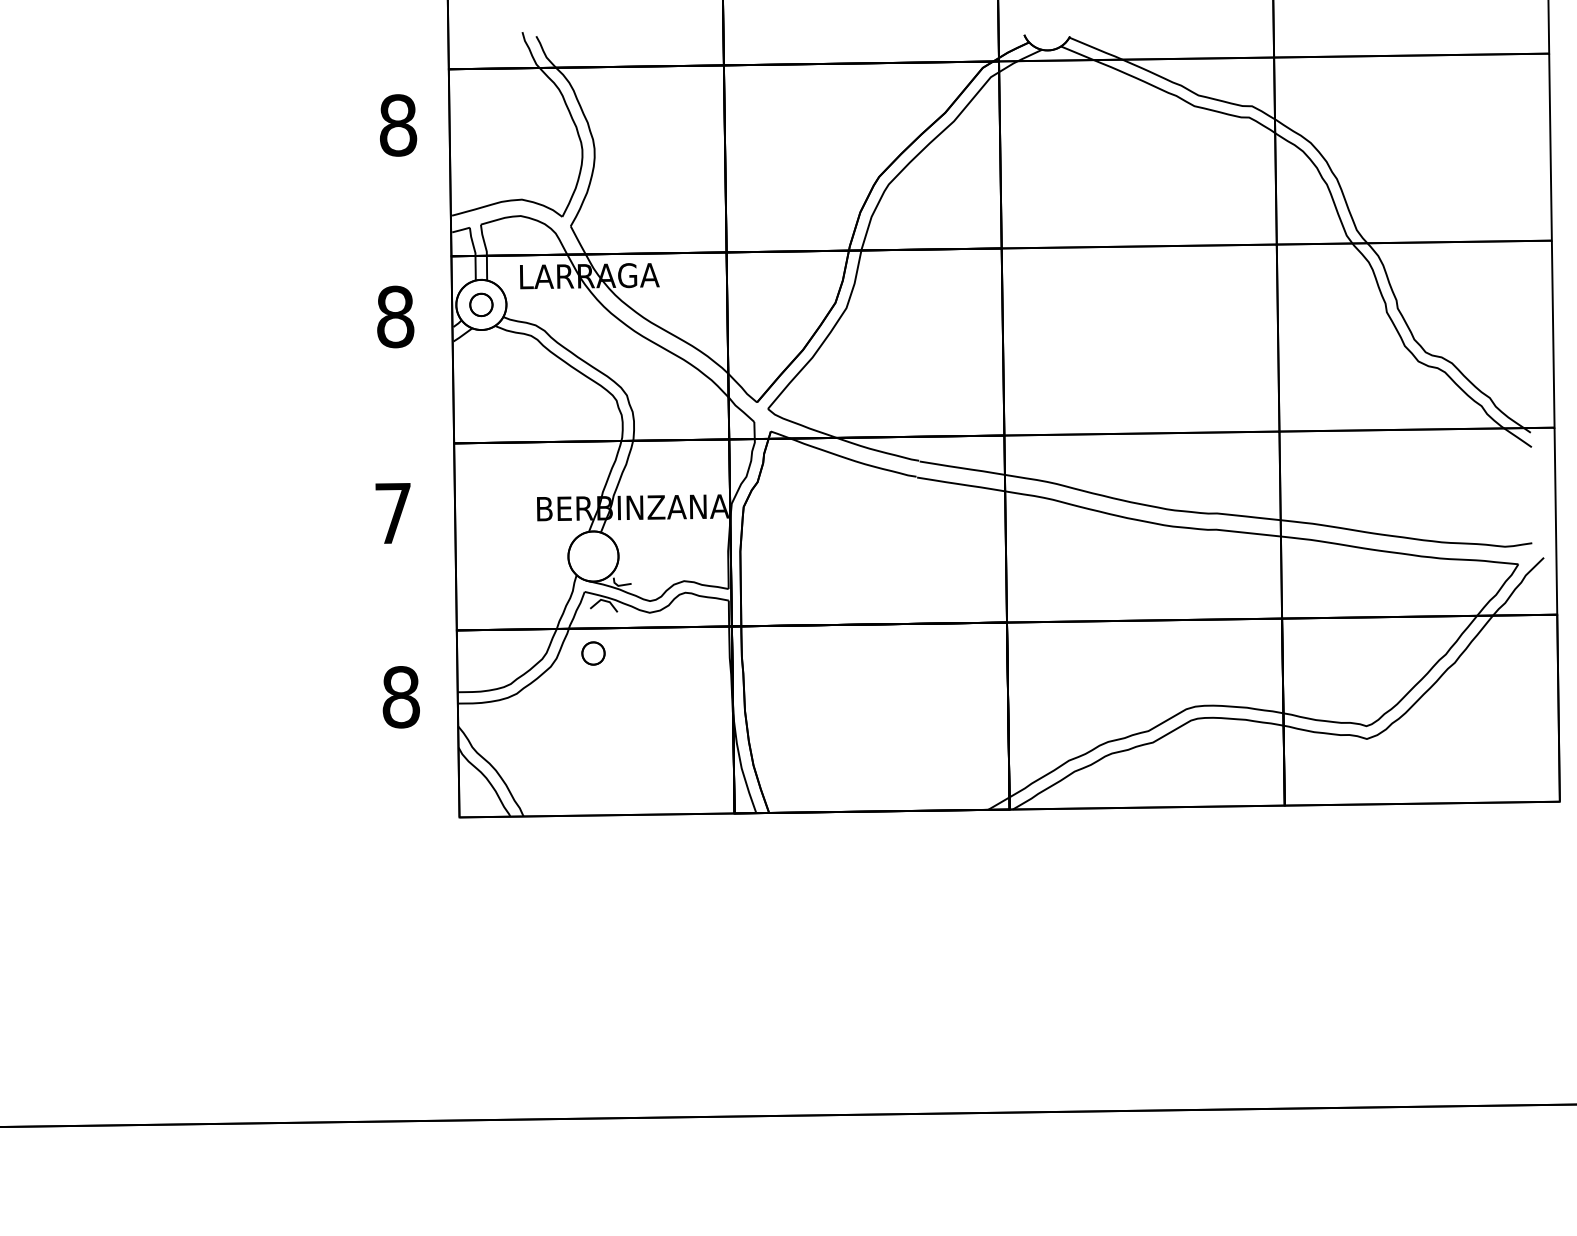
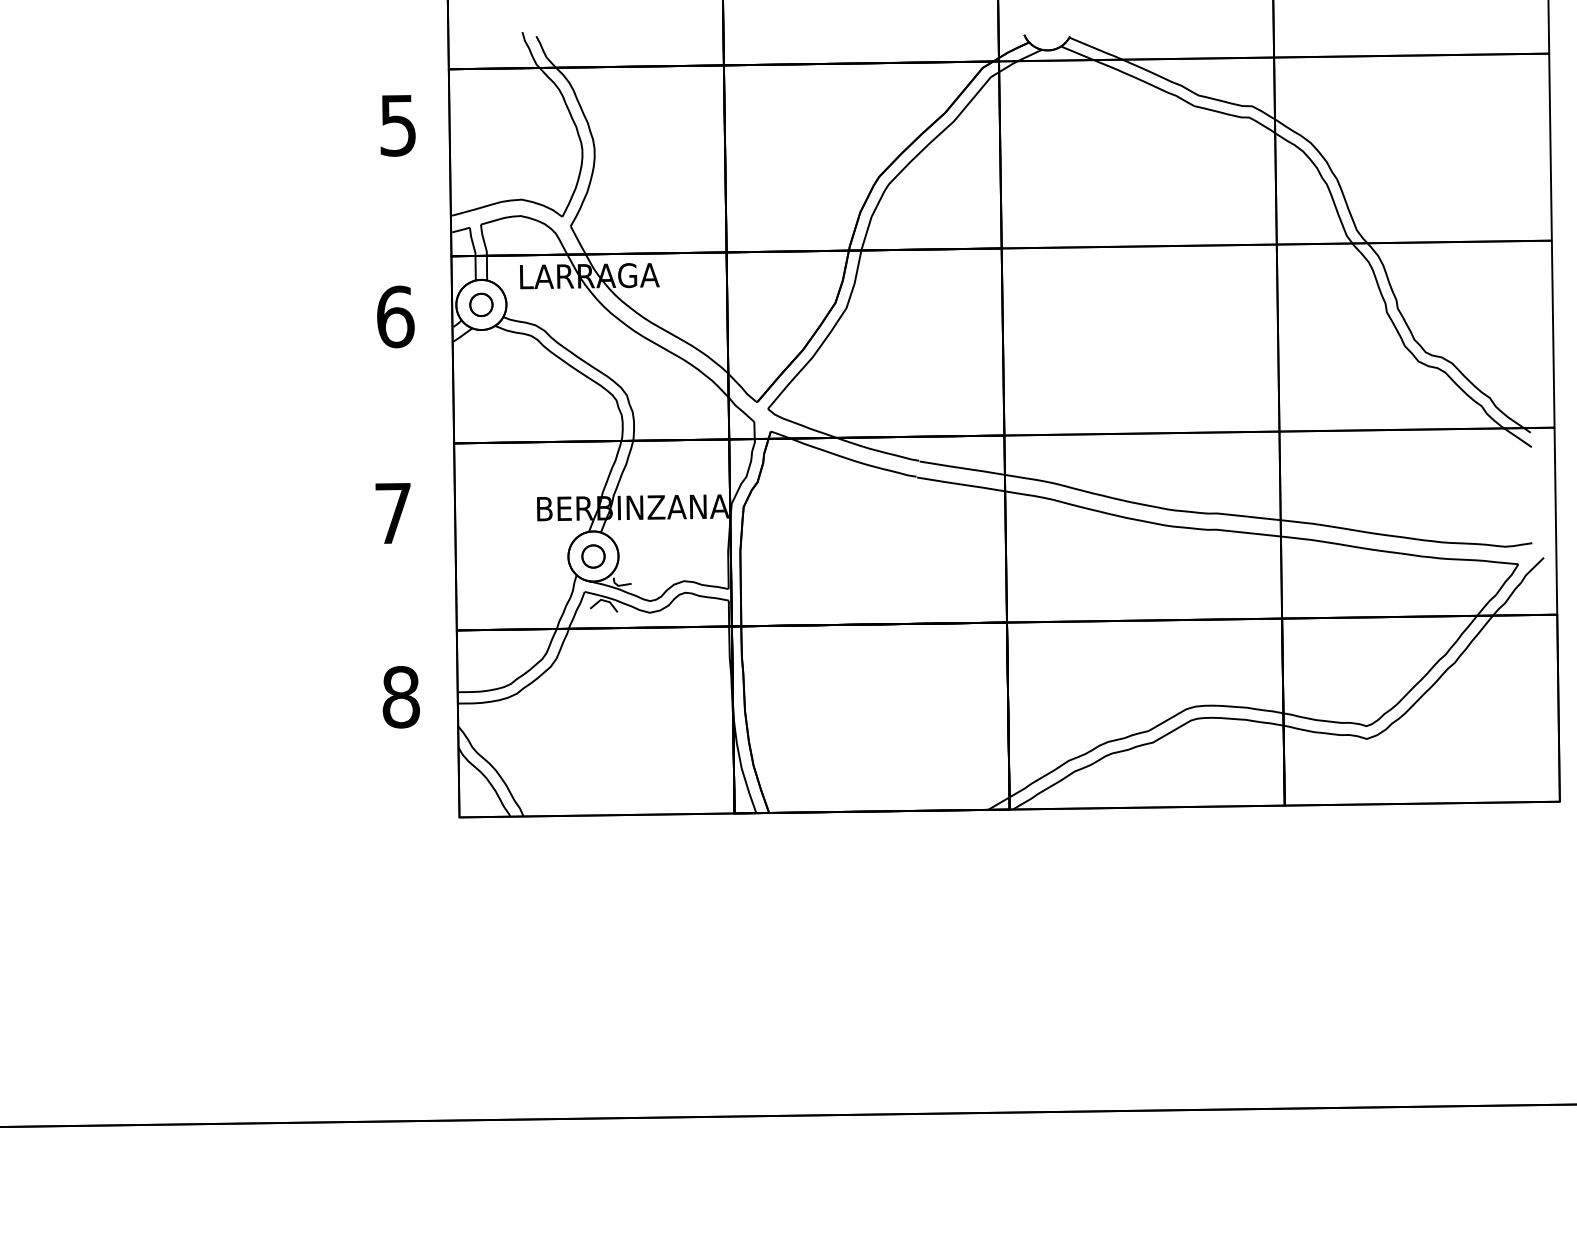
text at (398, 125): 8 -> 5
text at (395, 316): 8 -> 6
part at (593, 653) position: (593, 653) -> (593, 556)
